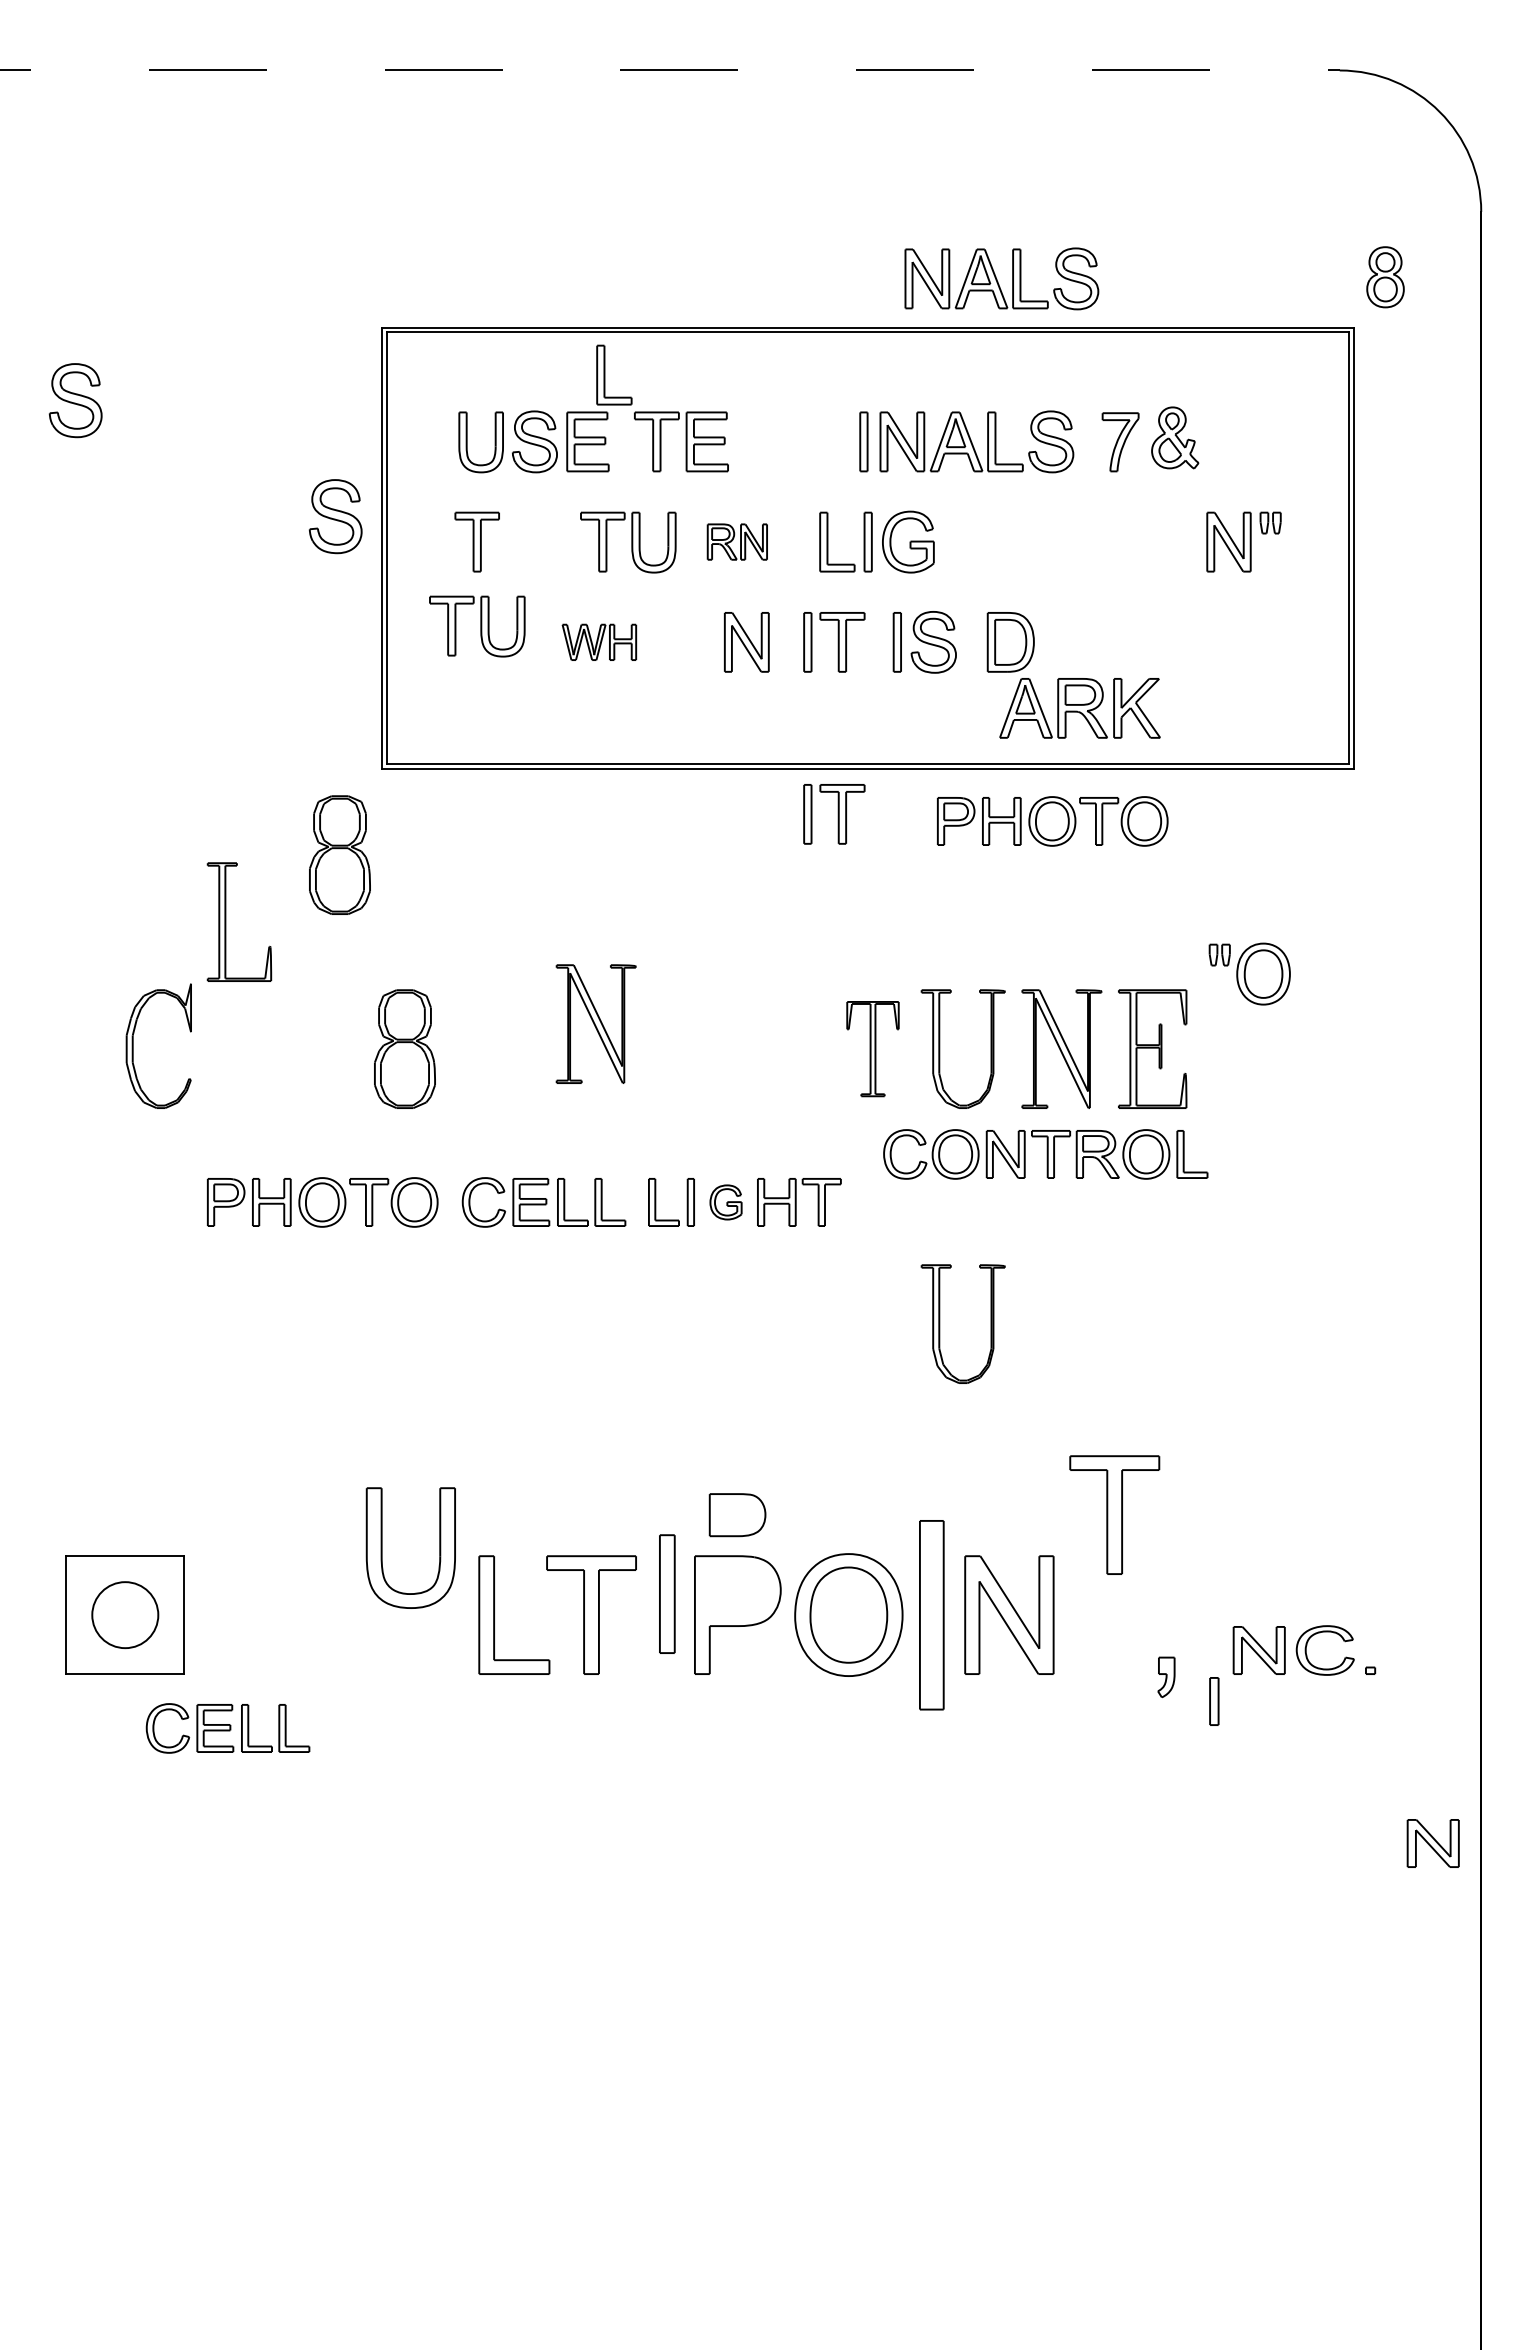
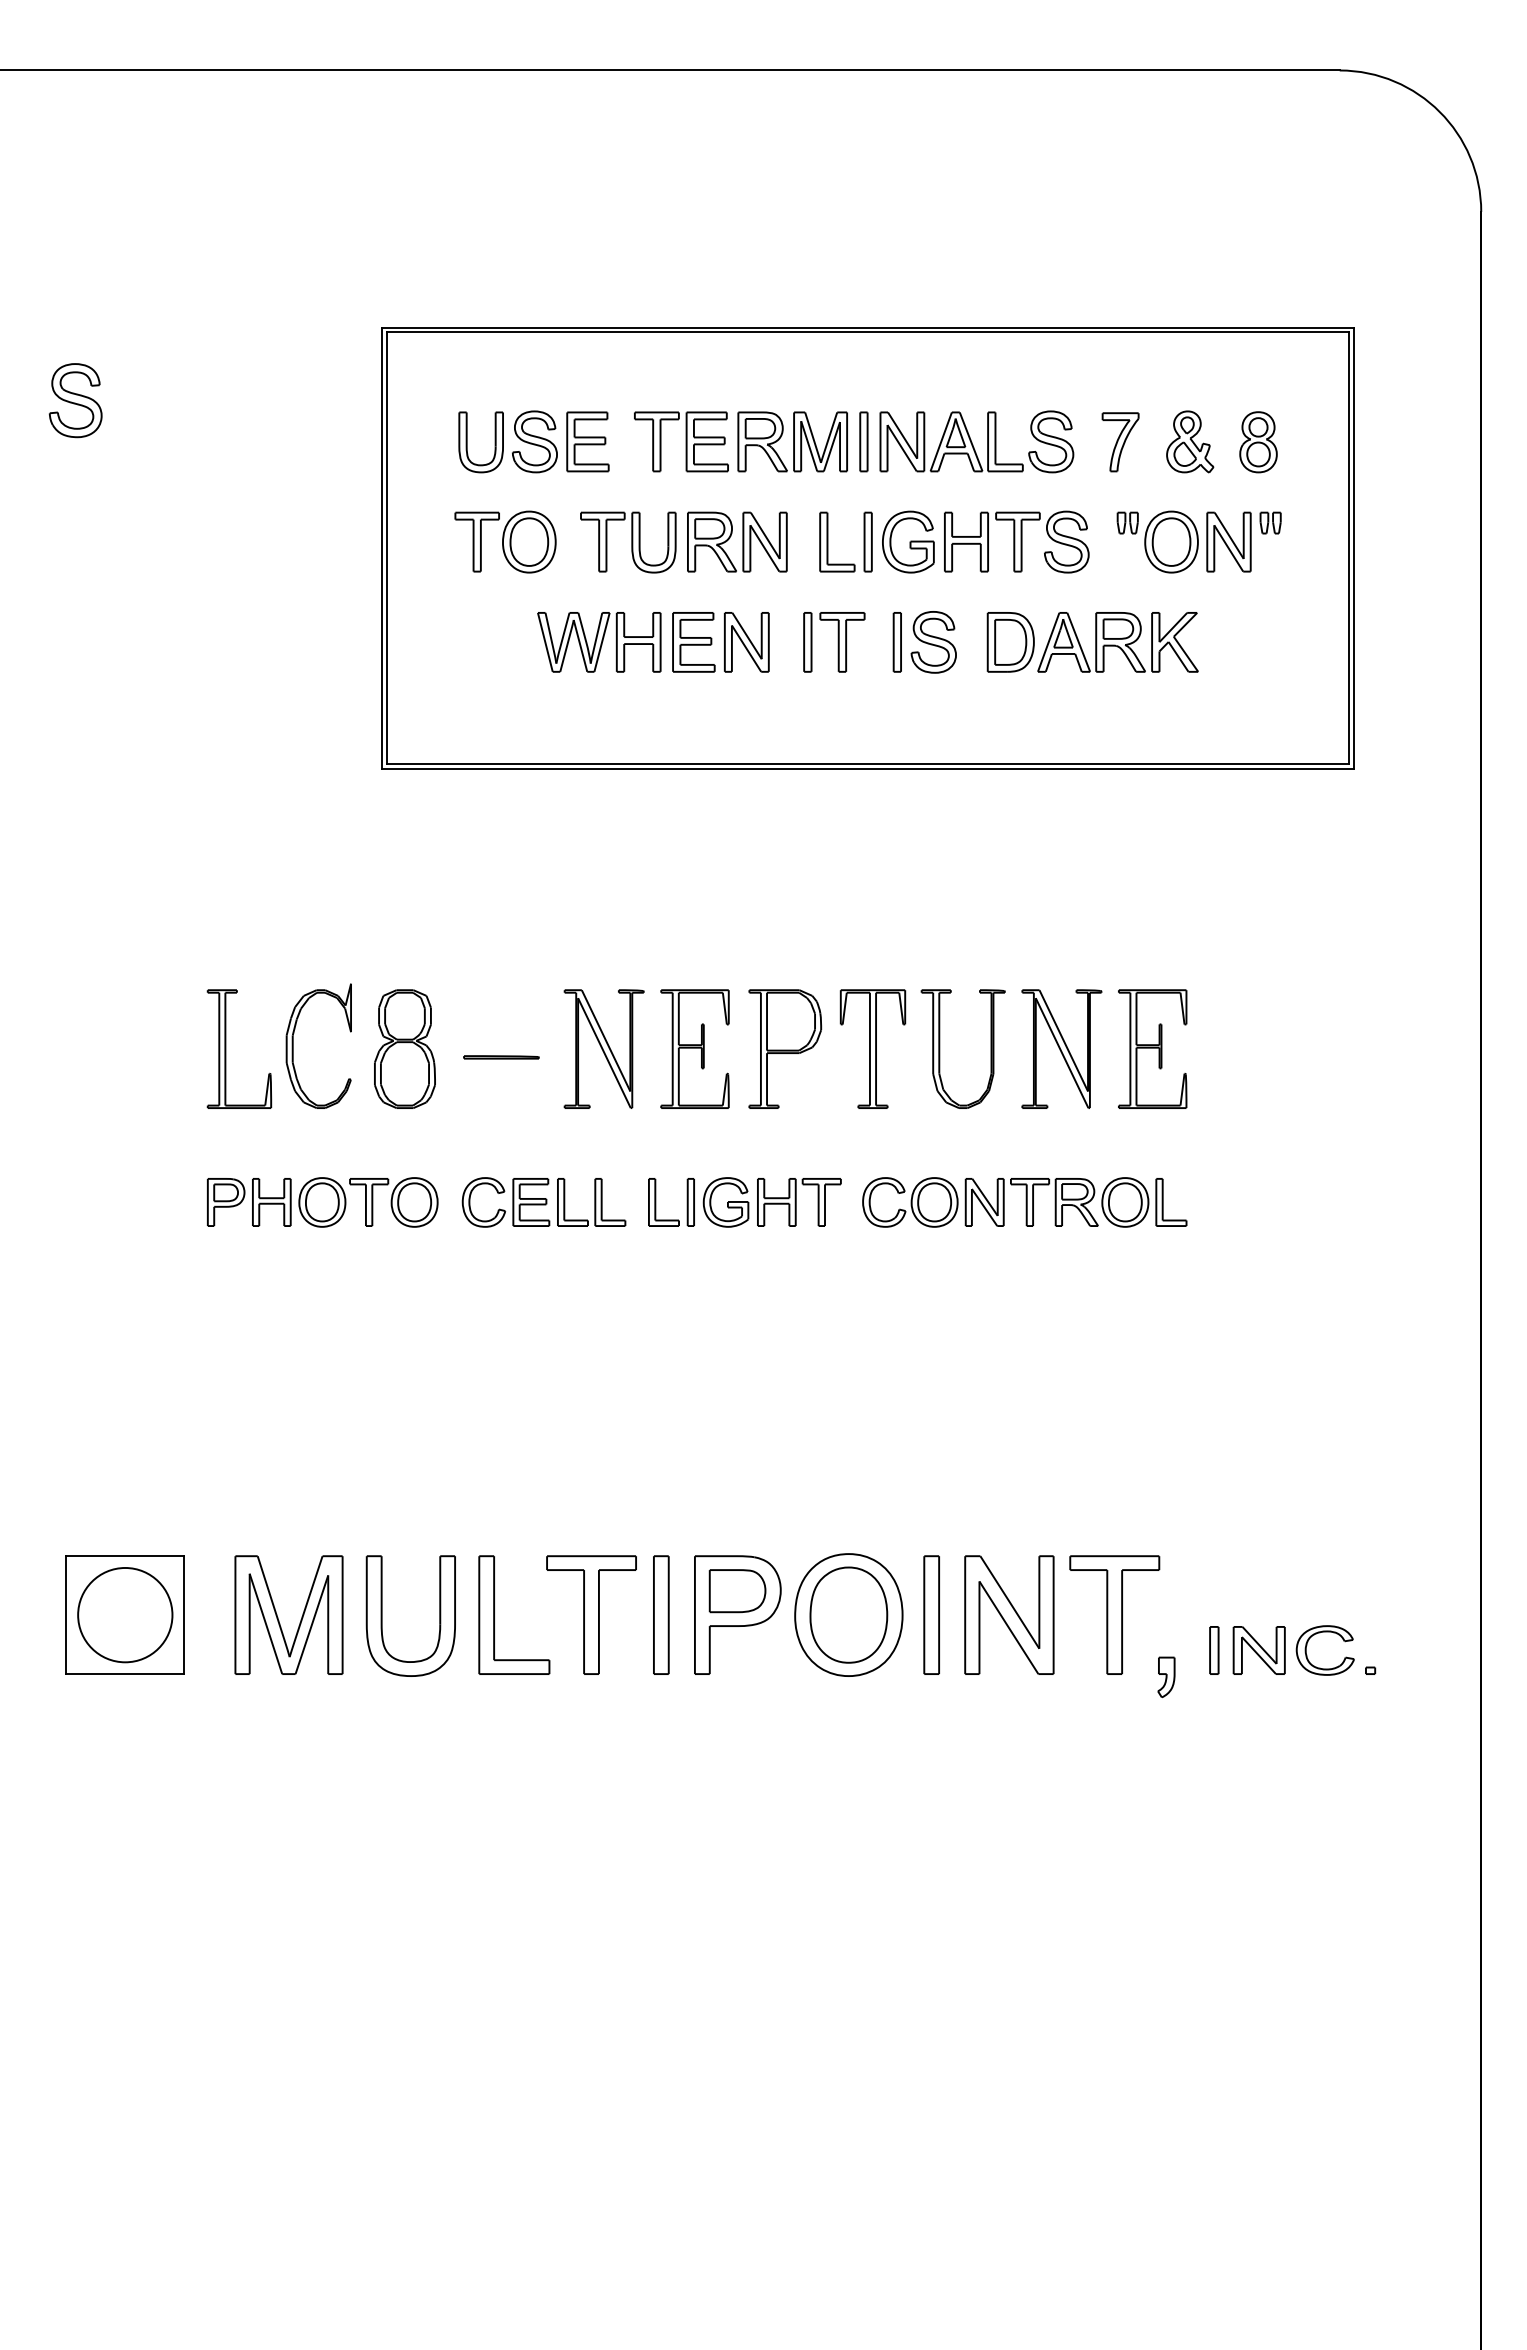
line at (670, 70): dashed -> solid
part at (1385, 277) position: (1385, 277) -> (1258, 442)
part at (1001, 278): present -> none
part at (605, 374): present -> none
part at (1175, 437) position: (1175, 437) -> (1190, 441)
part at (792, 441): none -> present
part at (335, 516): present -> none
part at (529, 541): none -> present
part at (736, 541) size: 62x38 px -> 101x62 px
part at (1016, 541): none -> present
part at (477, 626): present -> none
part at (599, 641) size: 77x38 px -> 125x61 px
part at (693, 642): none -> present
part at (1079, 708) position: (1079, 708) -> (1117, 642)
part at (834, 814): present -> none
part at (1052, 821): present -> none
part at (339, 854): present -> none
part at (226, 921) position: (226, 921) -> (226, 1048)
part at (1249, 973) position: (1249, 973) -> (1157, 541)
part at (595, 1023) position: (595, 1023) -> (603, 1048)
part at (133, 1045) position: (133, 1045) -> (293, 1045)
part at (694, 1048): none -> present
part at (785, 1048): none -> present
part at (872, 1049) size: 54x97 px -> 68x120 px
line at (501, 1057): none -> present
part at (1045, 1154) position: (1045, 1154) -> (1024, 1202)
part at (725, 1202) size: 34x37 px -> 48x51 px
part at (940, 1323): present -> none
part at (1114, 1514) position: (1114, 1514) -> (1114, 1614)
part at (737, 1515) position: (737, 1515) -> (737, 1591)
part at (382, 1547) position: (382, 1547) -> (382, 1615)
part at (667, 1593) position: (667, 1593) -> (661, 1614)
circle at (125, 1615) diameter: 66 px -> 94 px
part at (931, 1615) size: 26x191 px -> 17x120 px
part at (278, 1617): none -> present
part at (1214, 1701) position: (1214, 1701) -> (1214, 1650)
part at (227, 1728): present -> none
part at (1432, 1843): present -> none
